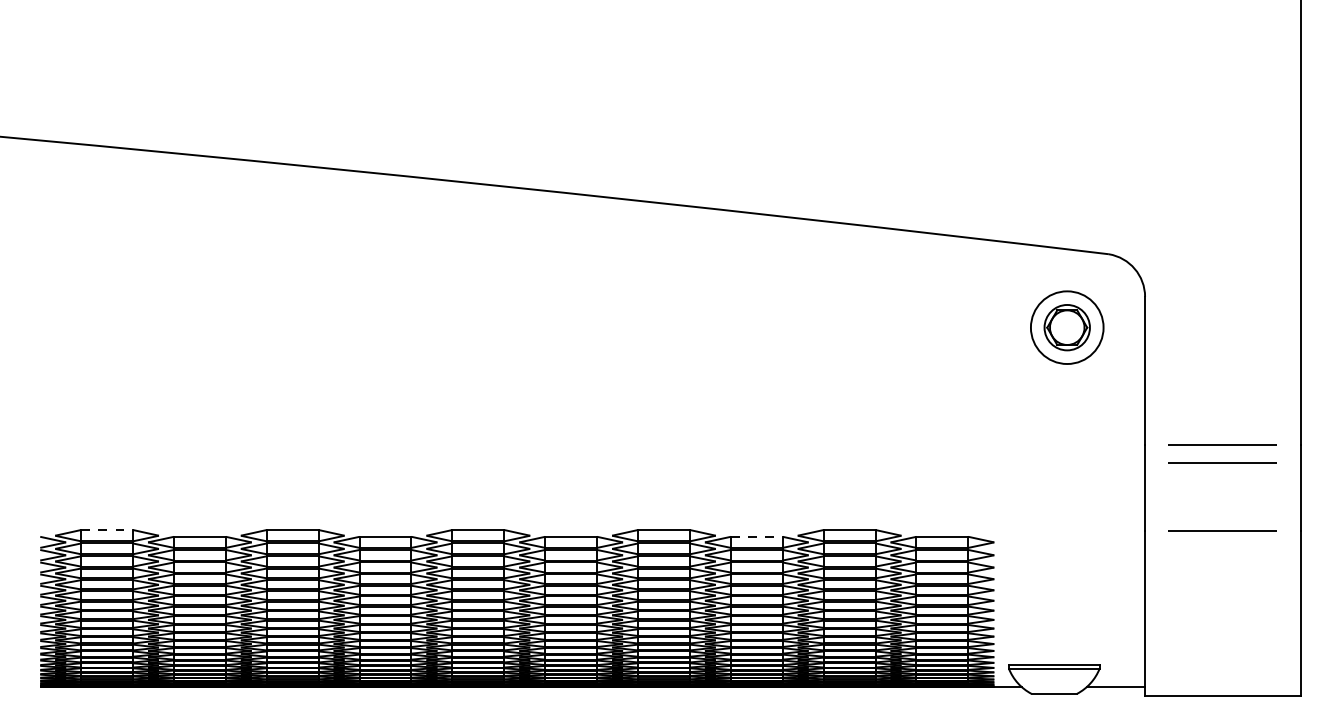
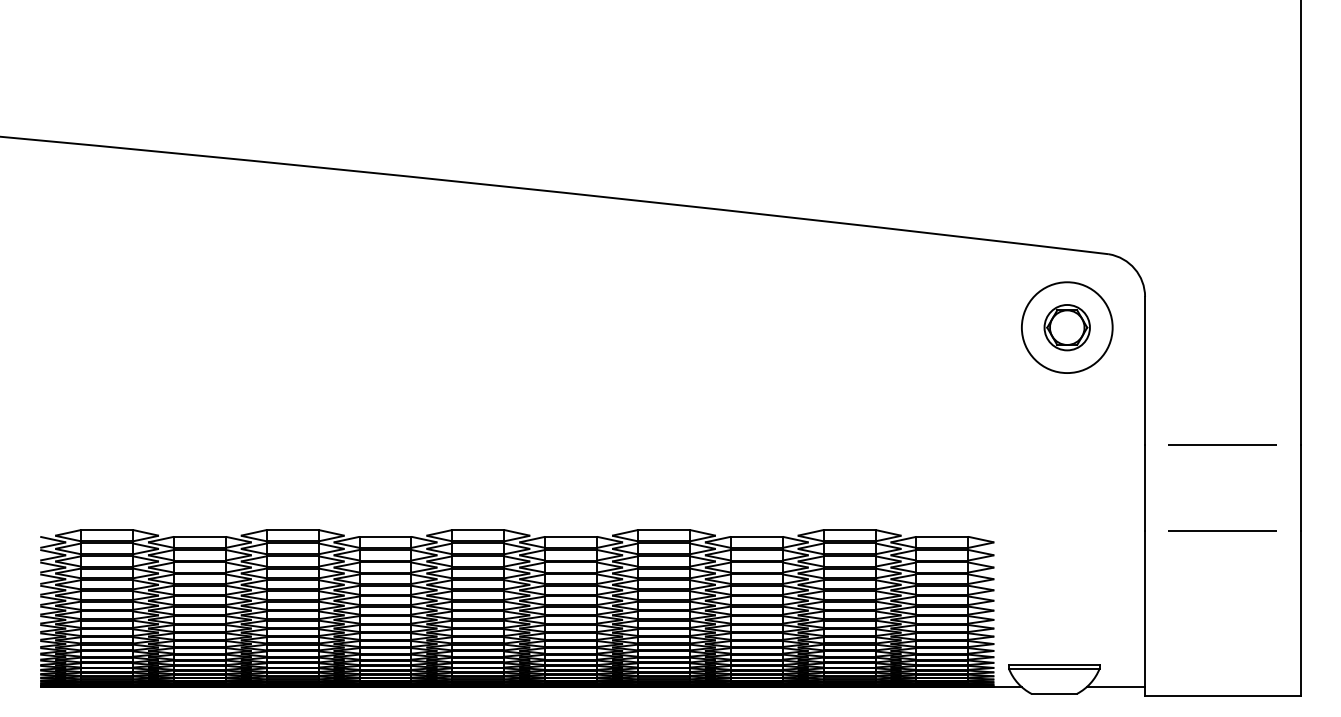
circle at (1066, 327) diameter: 73 px -> 91 px
line at (1222, 462): present -> none
line at (107, 530): dashed -> solid
line at (756, 536): dashed -> solid
